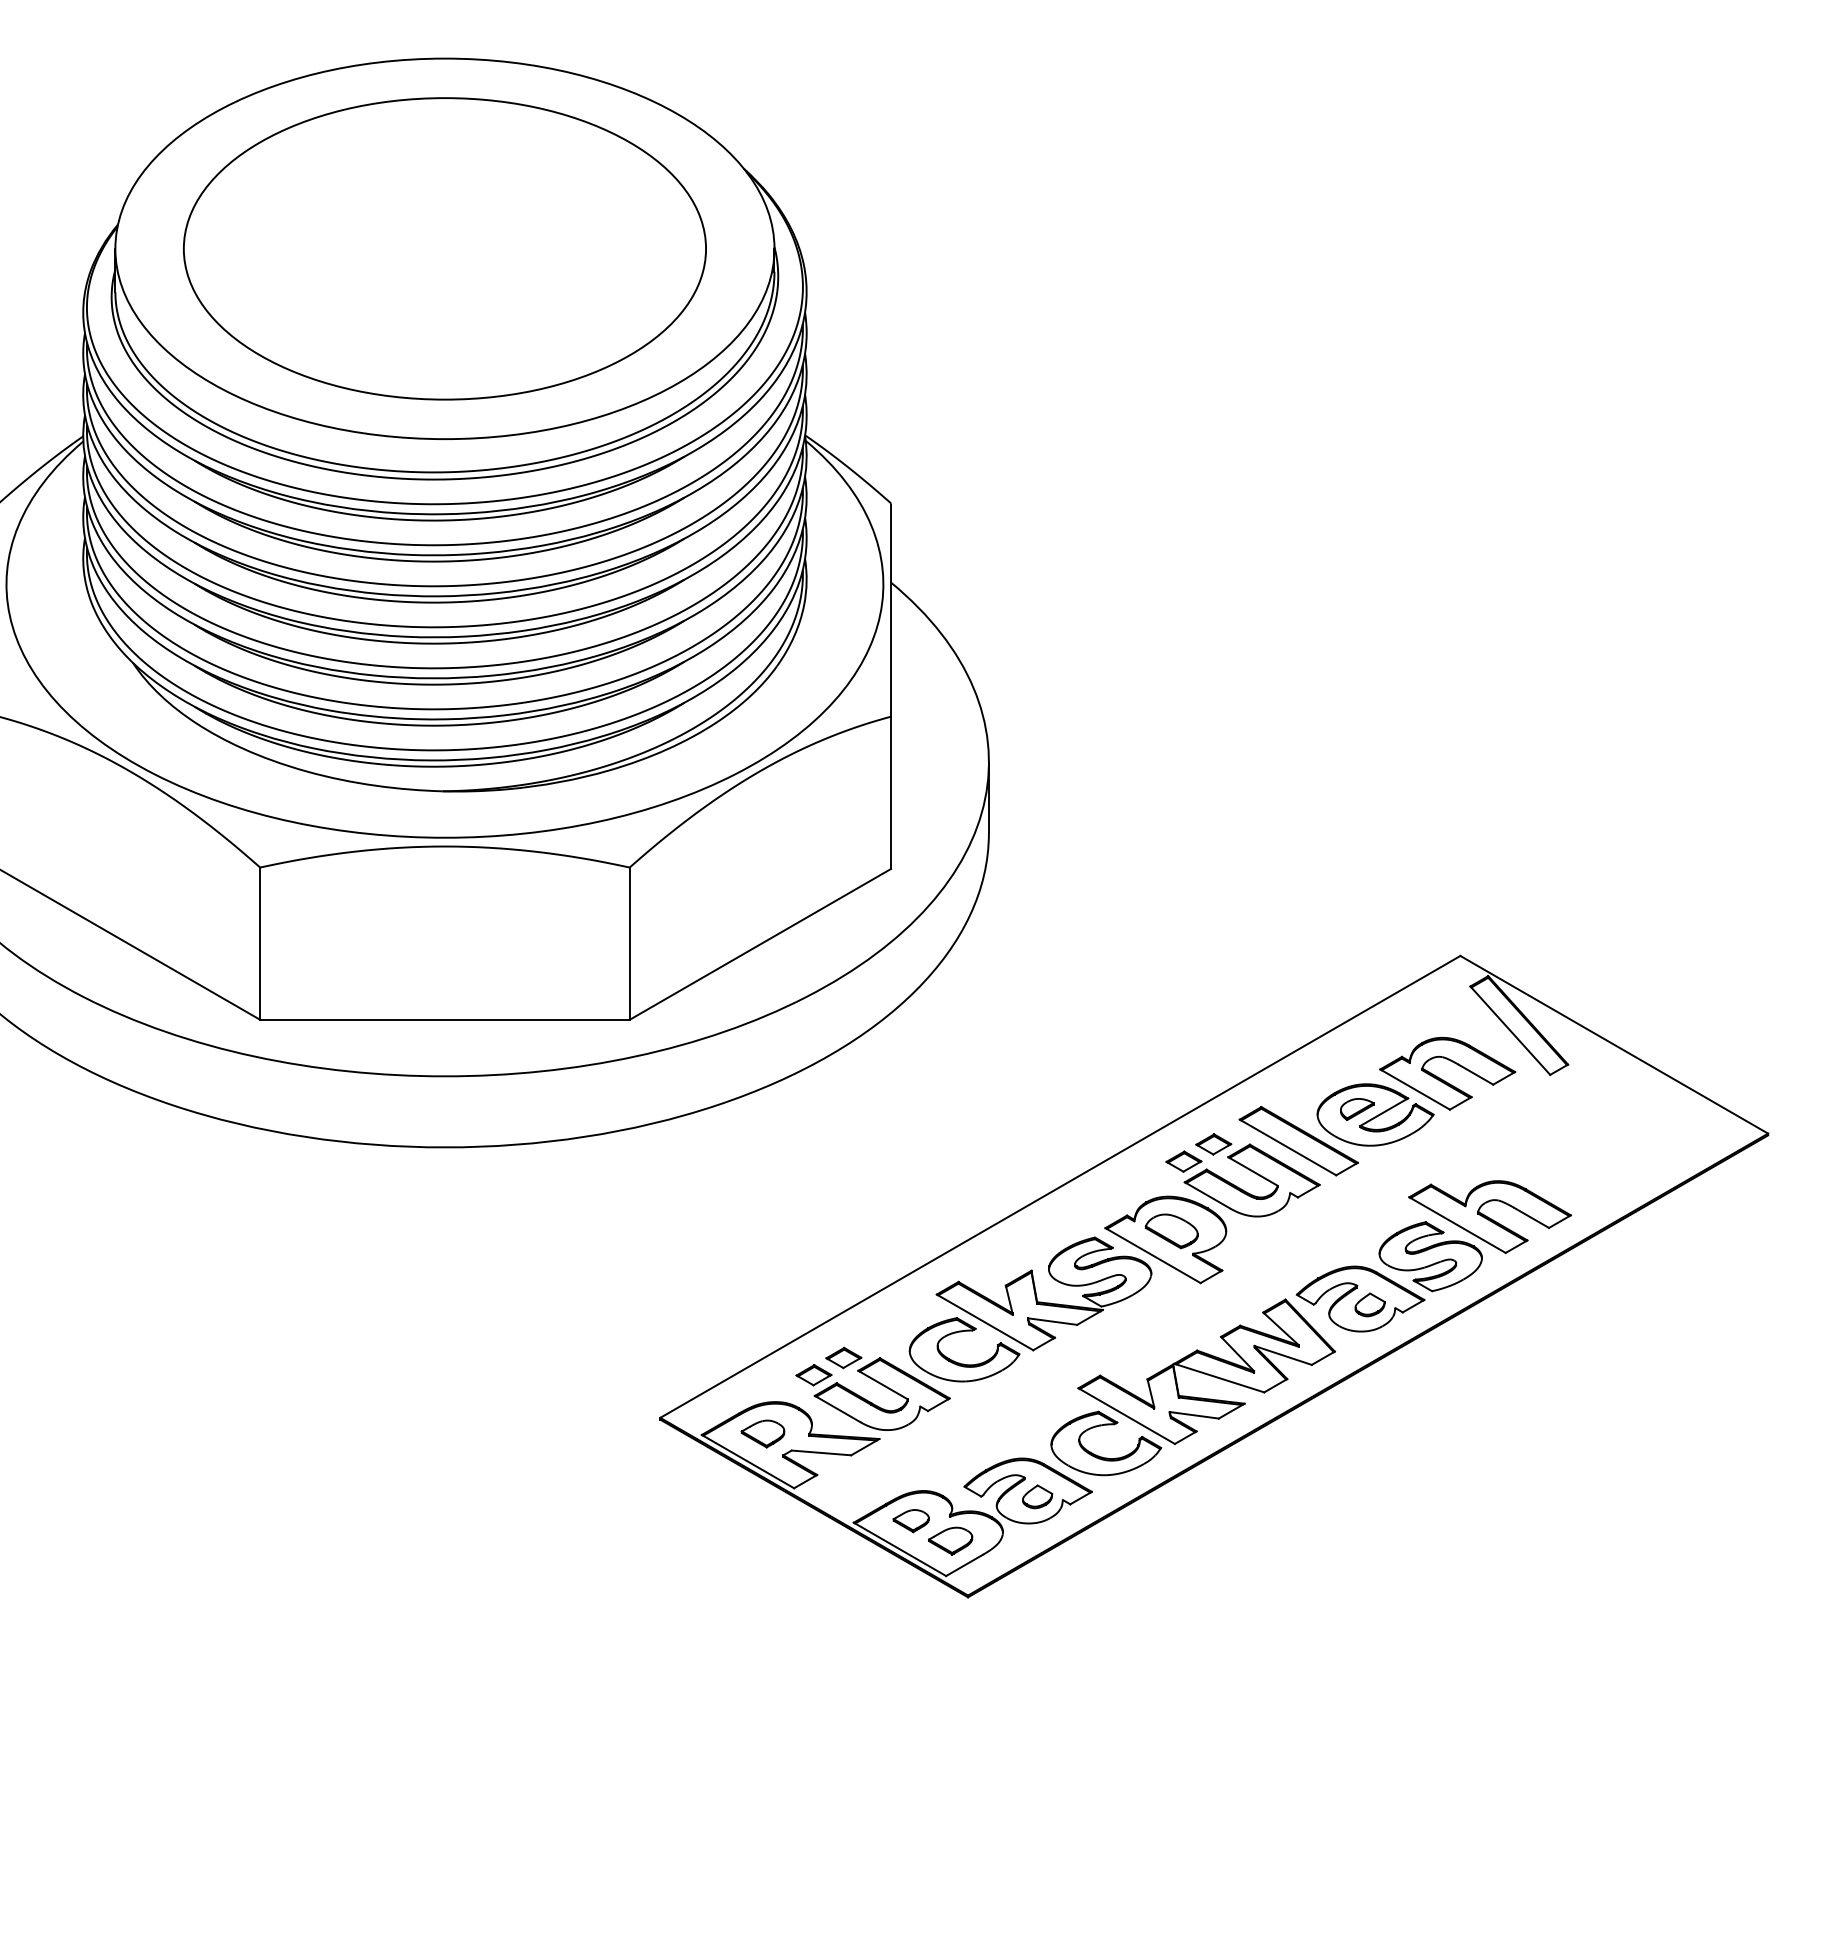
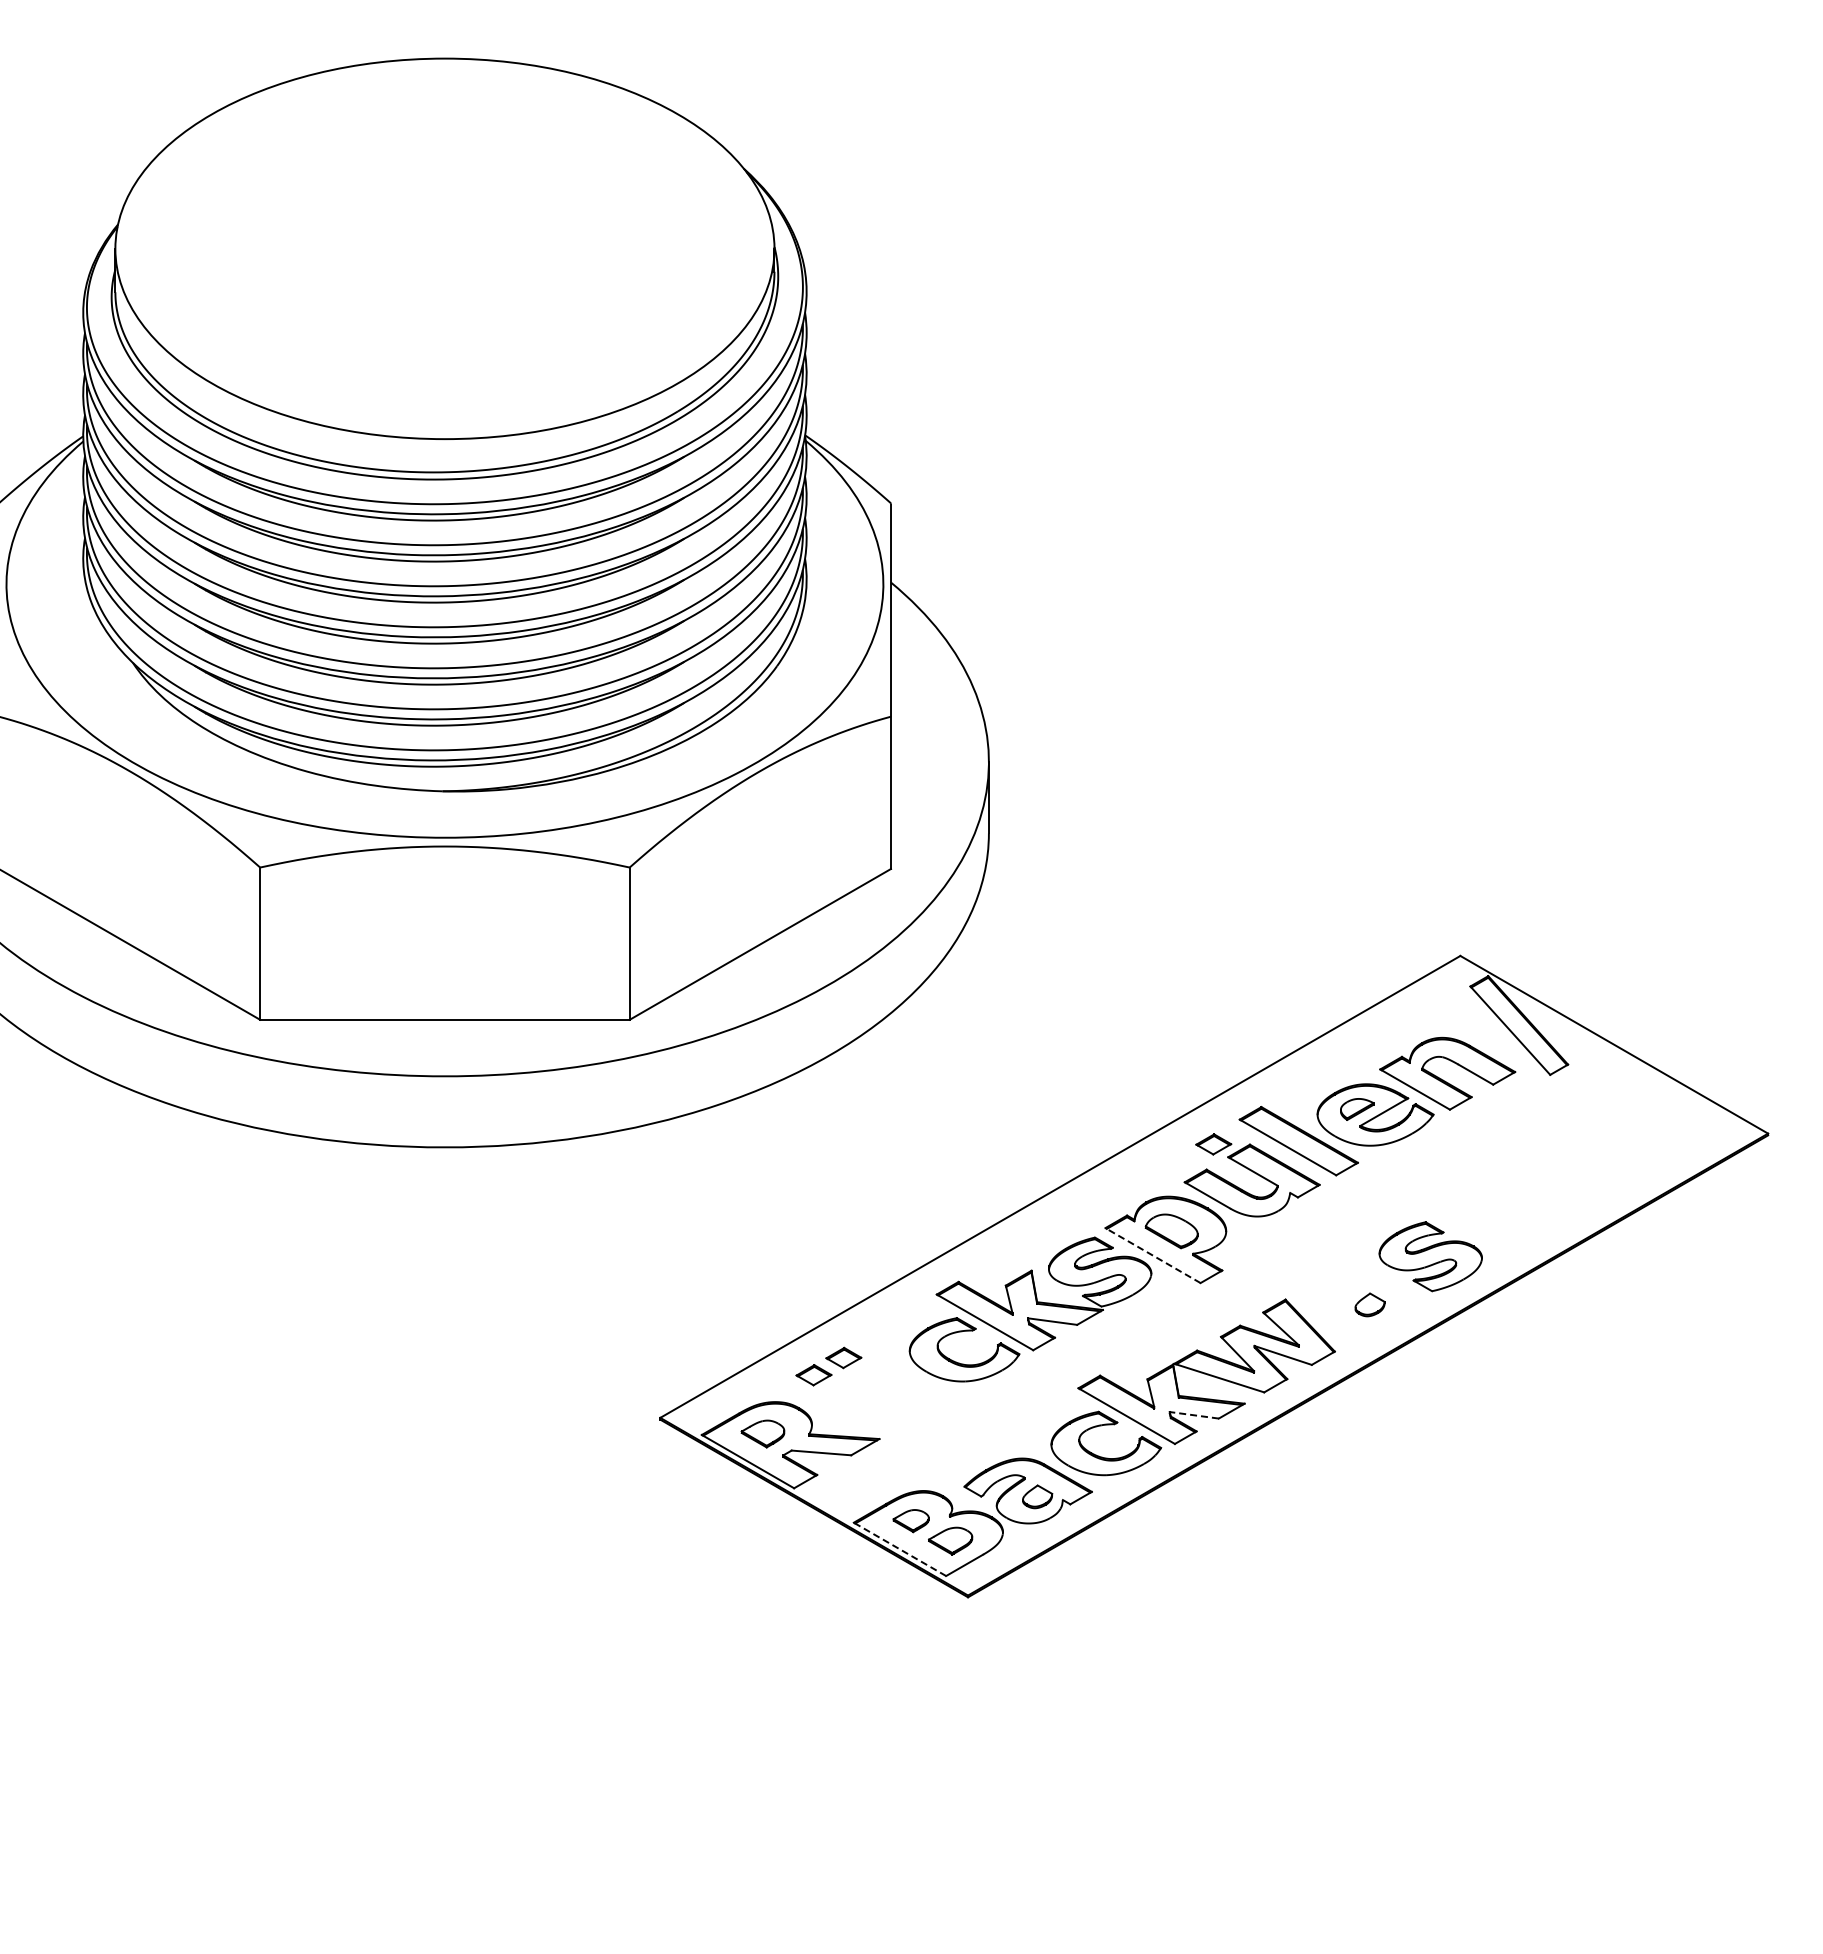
part at (444, 248): present -> none
part at (1183, 1161): present -> none
part at (1489, 1217): present -> none
line at (1153, 1255): solid -> dashed
part at (1360, 1298): present -> none
part at (886, 1388): present -> none
line at (1194, 1415): solid -> dashed
line at (899, 1549): solid -> dashed
